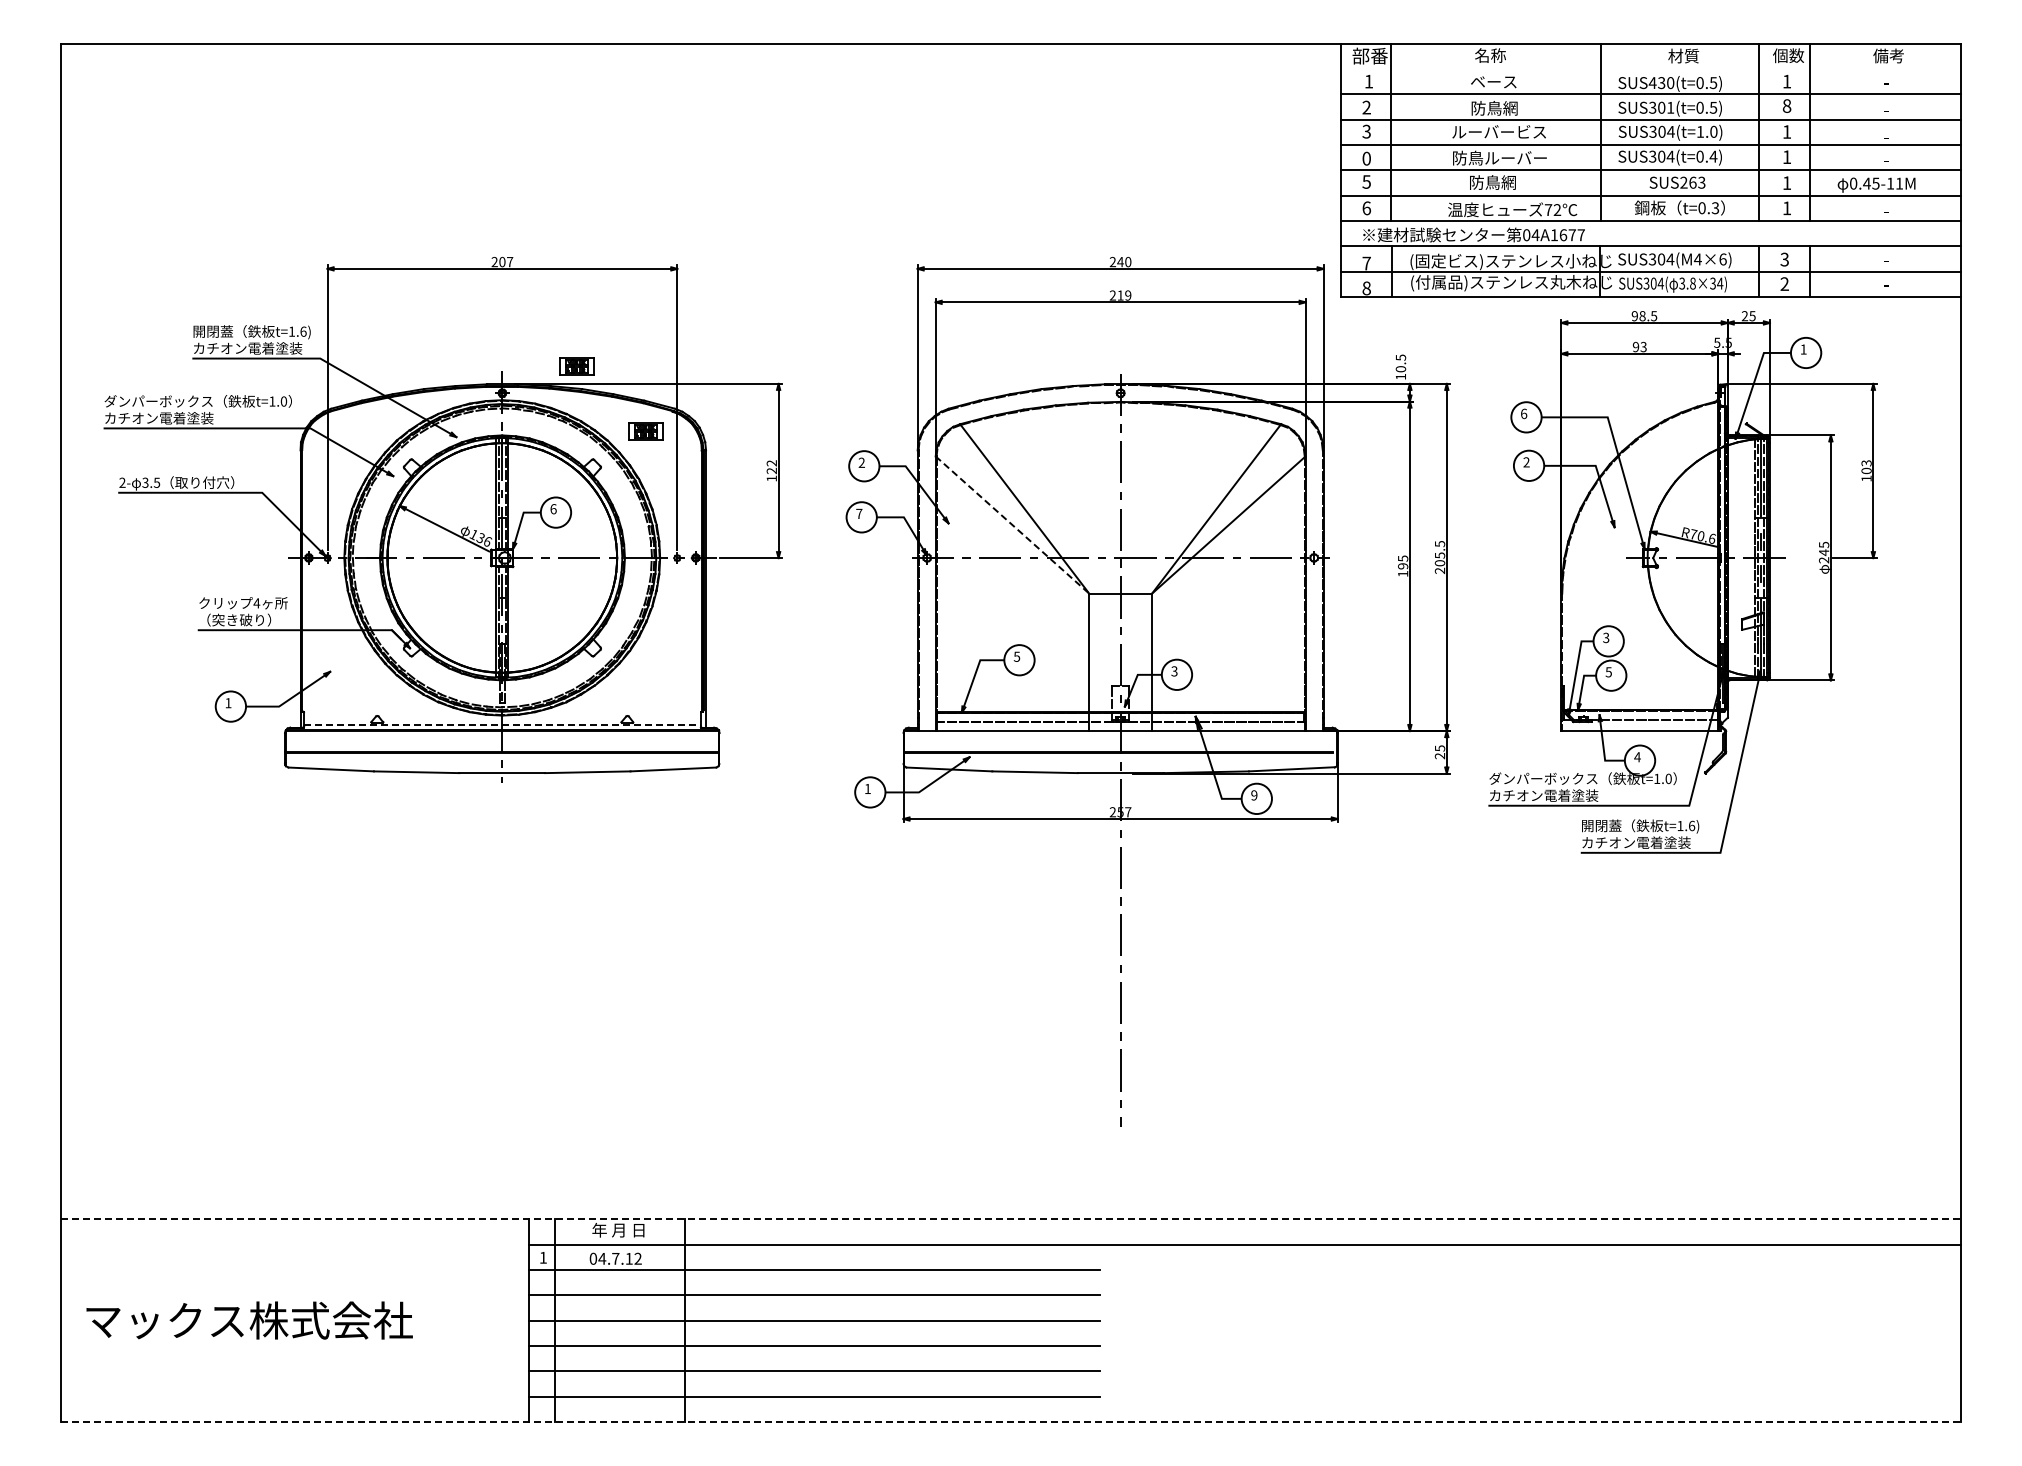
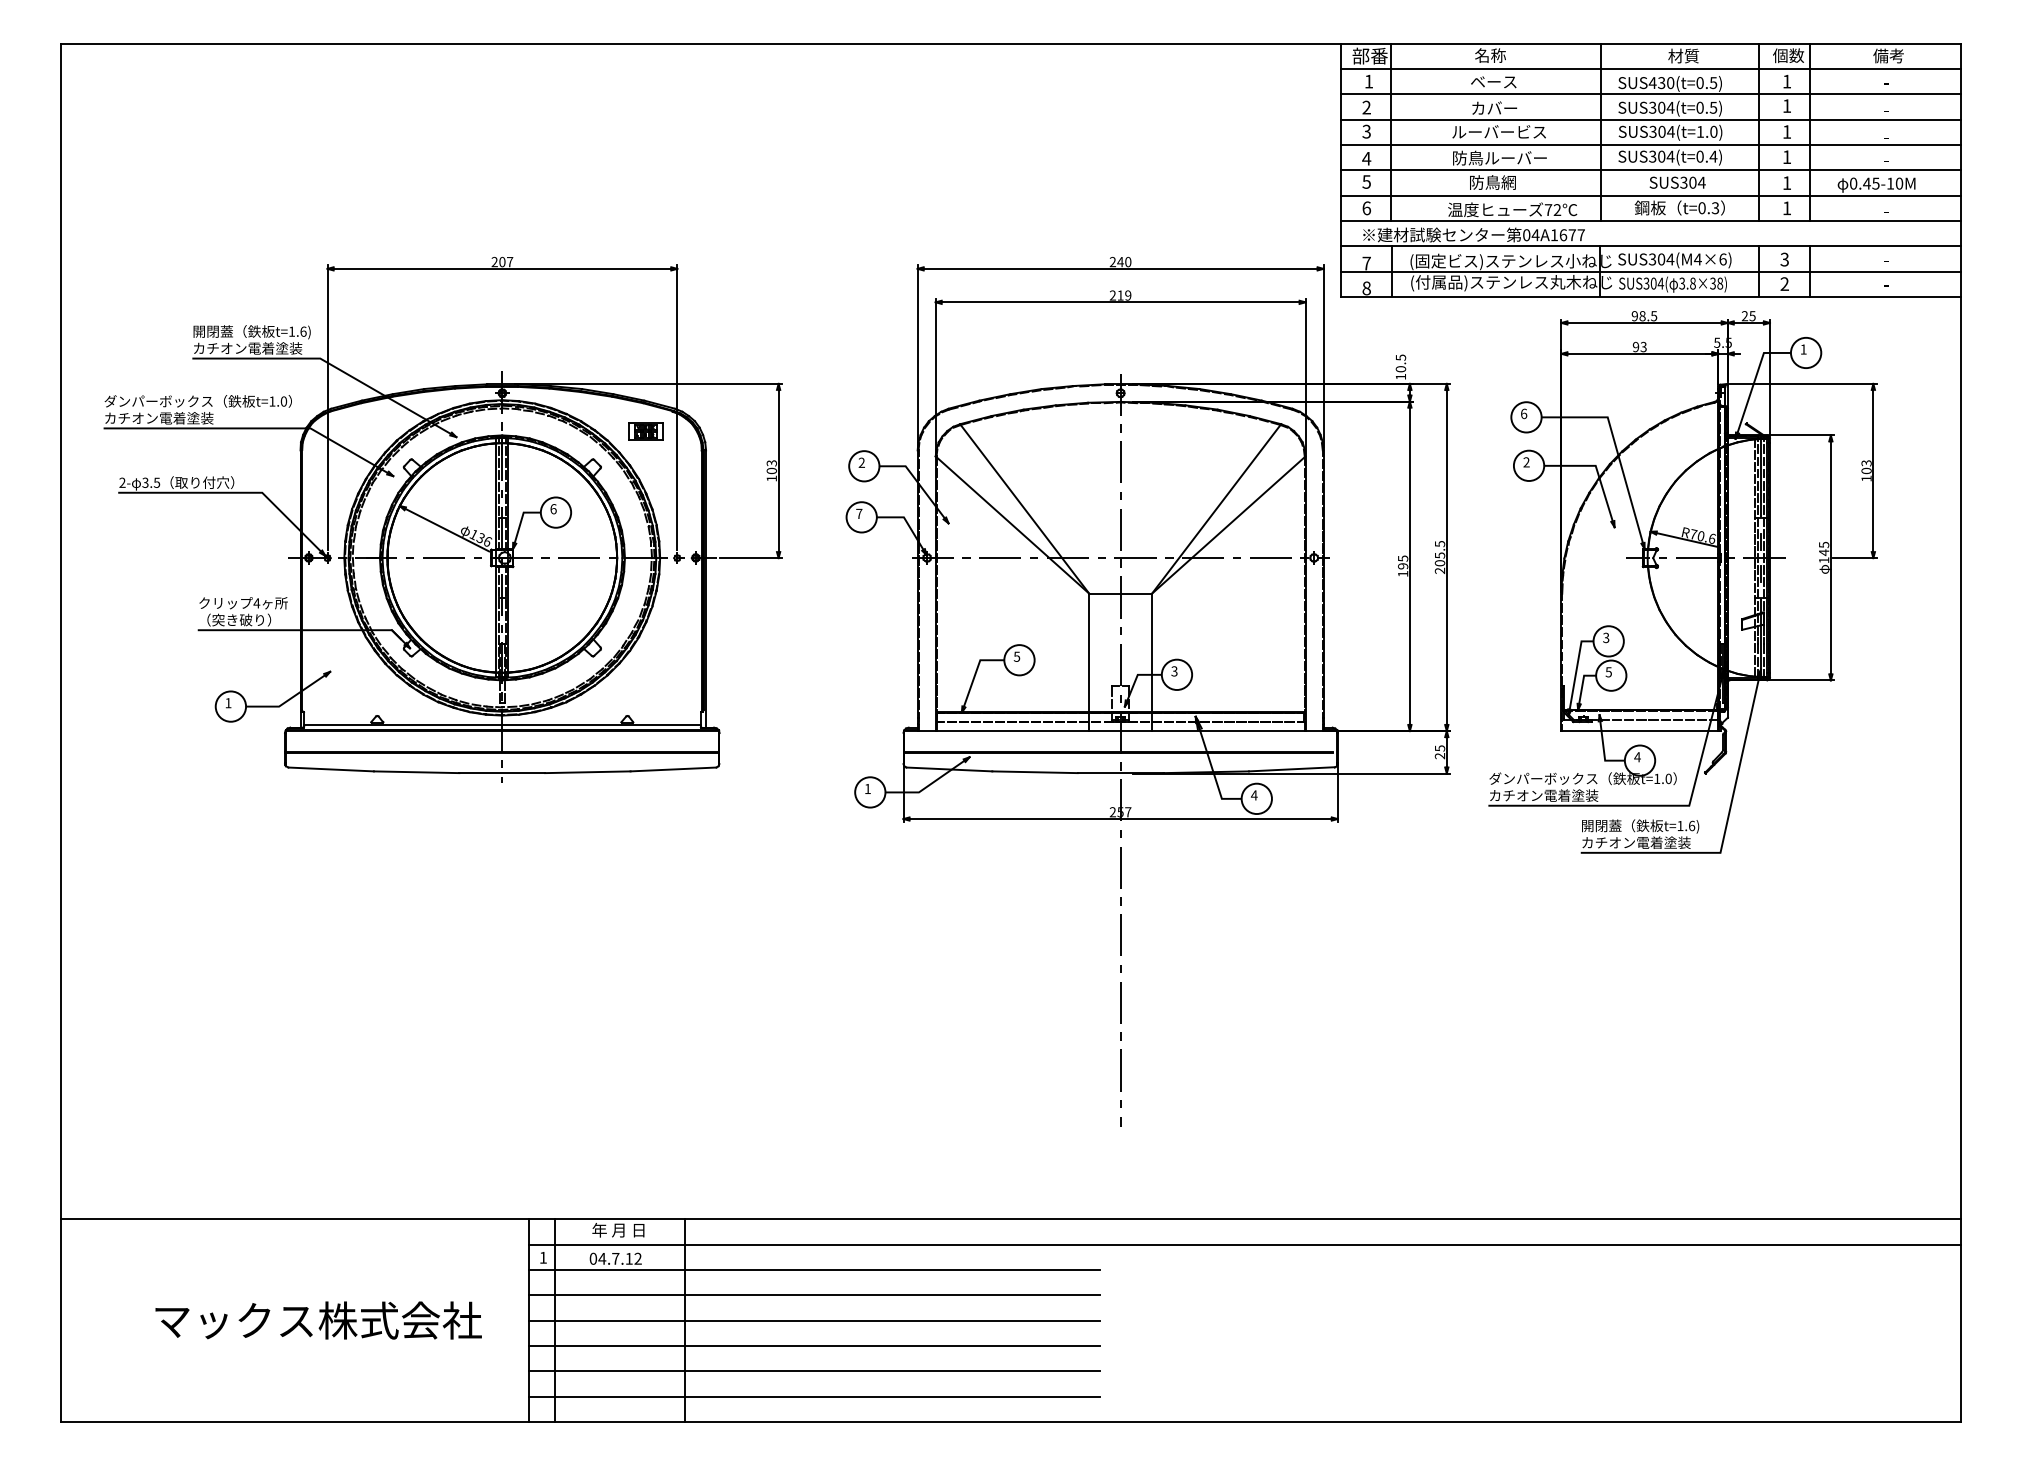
line at (1650, 69): none -> present
text at (1786, 105): 8 -> 1
text at (1670, 107): SUS301(t=0.5) -> SUS304(t=0.5)
text at (1494, 108): 防鳥網 -> カバー
text at (1366, 158): 0 -> 4
text at (1692, 182): SUS263 -> SUS304
text at (1899, 183): 0.45-11M -> 0.45-10M
text at (1720, 283): 3.8×34) -> 3.8×38)
part at (576, 366): present -> none
text at (771, 467): 122 -> 103
line at (1012, 525): dashed -> solid
text at (1823, 560): 245 -> 145
line at (502, 725): dashed -> solid
text at (1253, 795): 9 -> 4
line at (1011, 1219): dashed -> solid
text at (249, 1320) position: (249, 1320) -> (318, 1320)
line at (1011, 1421): dashed -> solid
